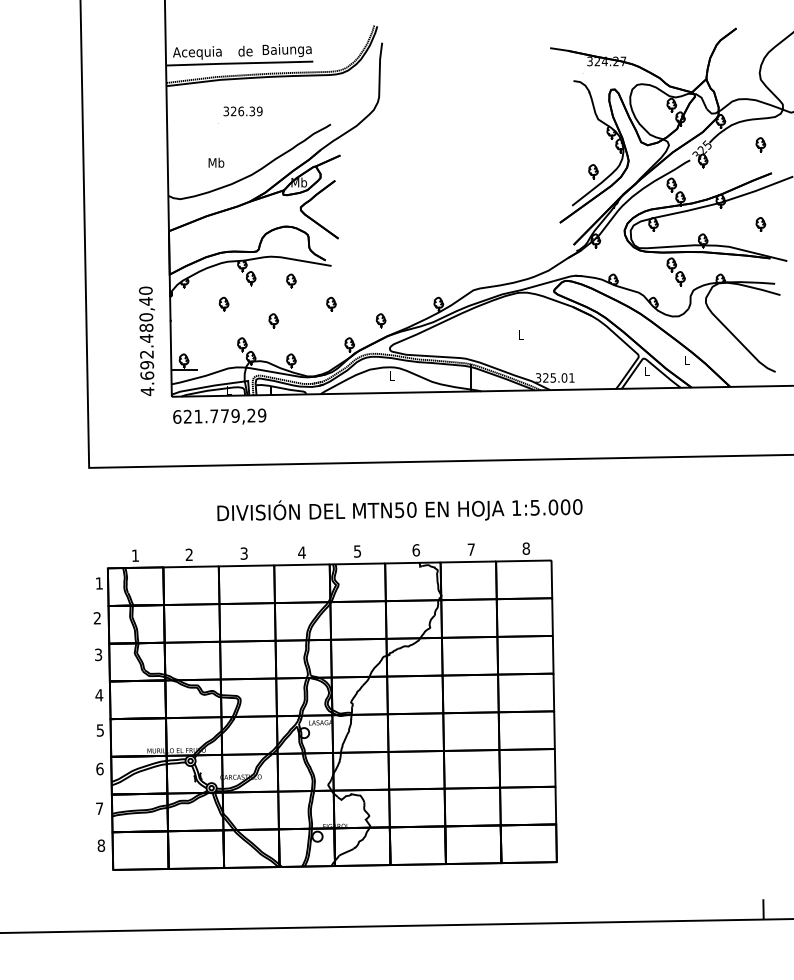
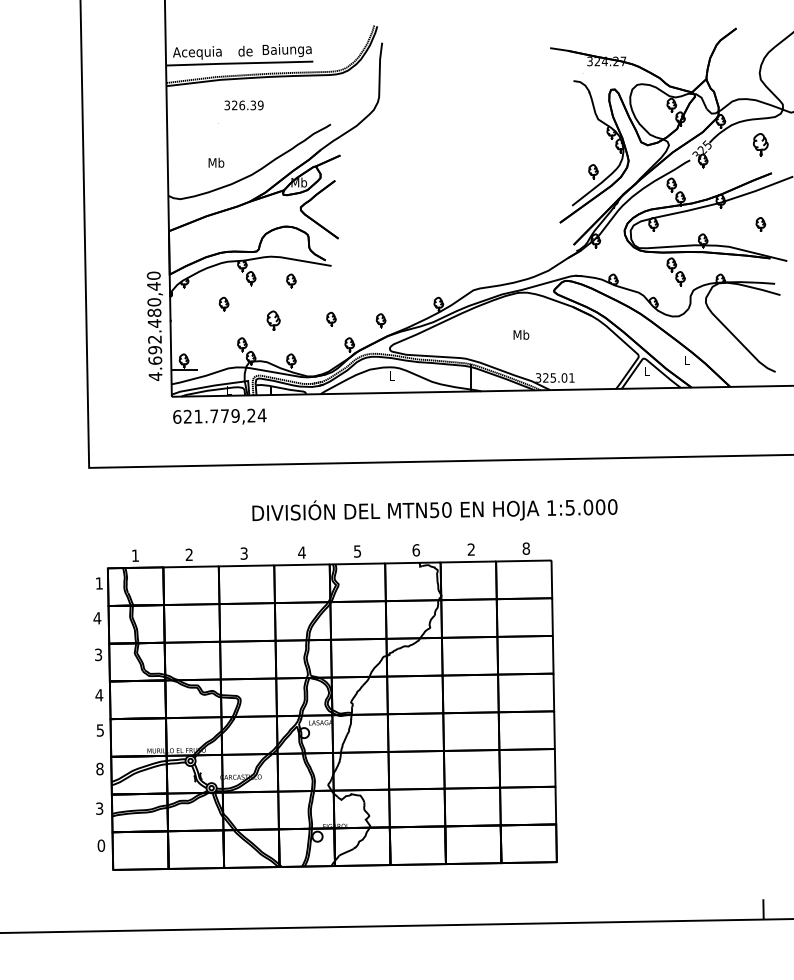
text at (242, 111) position: (242, 111) -> (243, 105)
part at (760, 144) size: 12x16 px -> 16x24 px
part at (331, 303) position: (331, 303) -> (331, 318)
part at (273, 320) size: 12x16 px -> 15x21 px
text at (521, 334): L -> Mb
text at (146, 340) position: (146, 340) -> (154, 325)
text at (261, 415): 621.779,29 -> 621.779,24
text at (399, 510) position: (399, 510) -> (434, 510)
text at (470, 549): 7 -> 2
text at (97, 618): 2 -> 4
text at (99, 768): 6 -> 8
text at (99, 808): 7 -> 3
text at (101, 845): 8 -> 0
